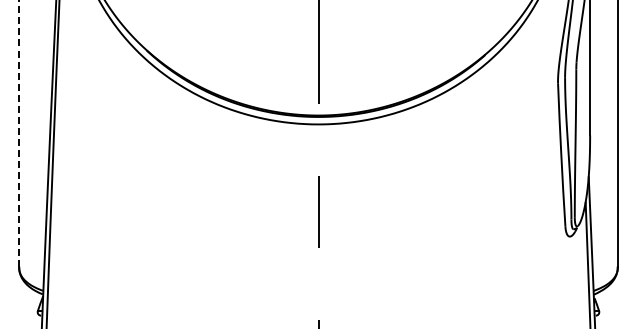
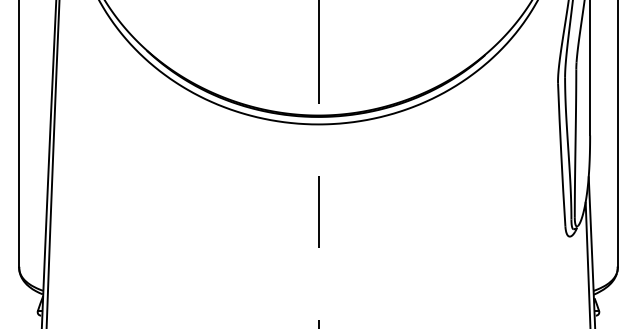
line at (19, 134): dashed -> solid
